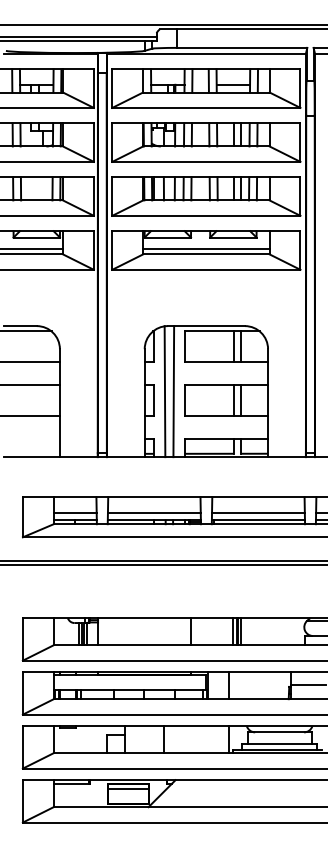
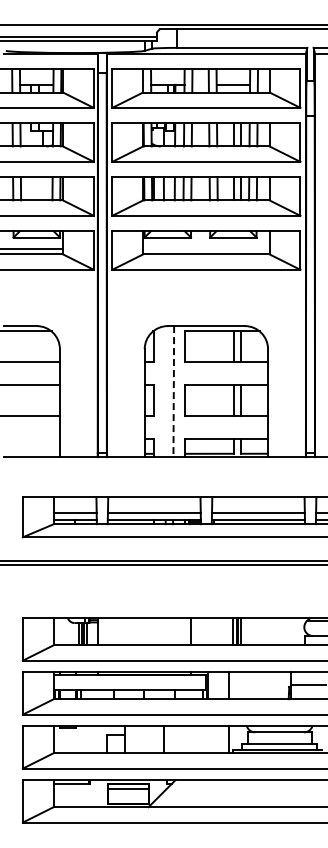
line at (206, 249): present -> none
line at (164, 391): present -> none
line at (173, 391): solid -> dashed
